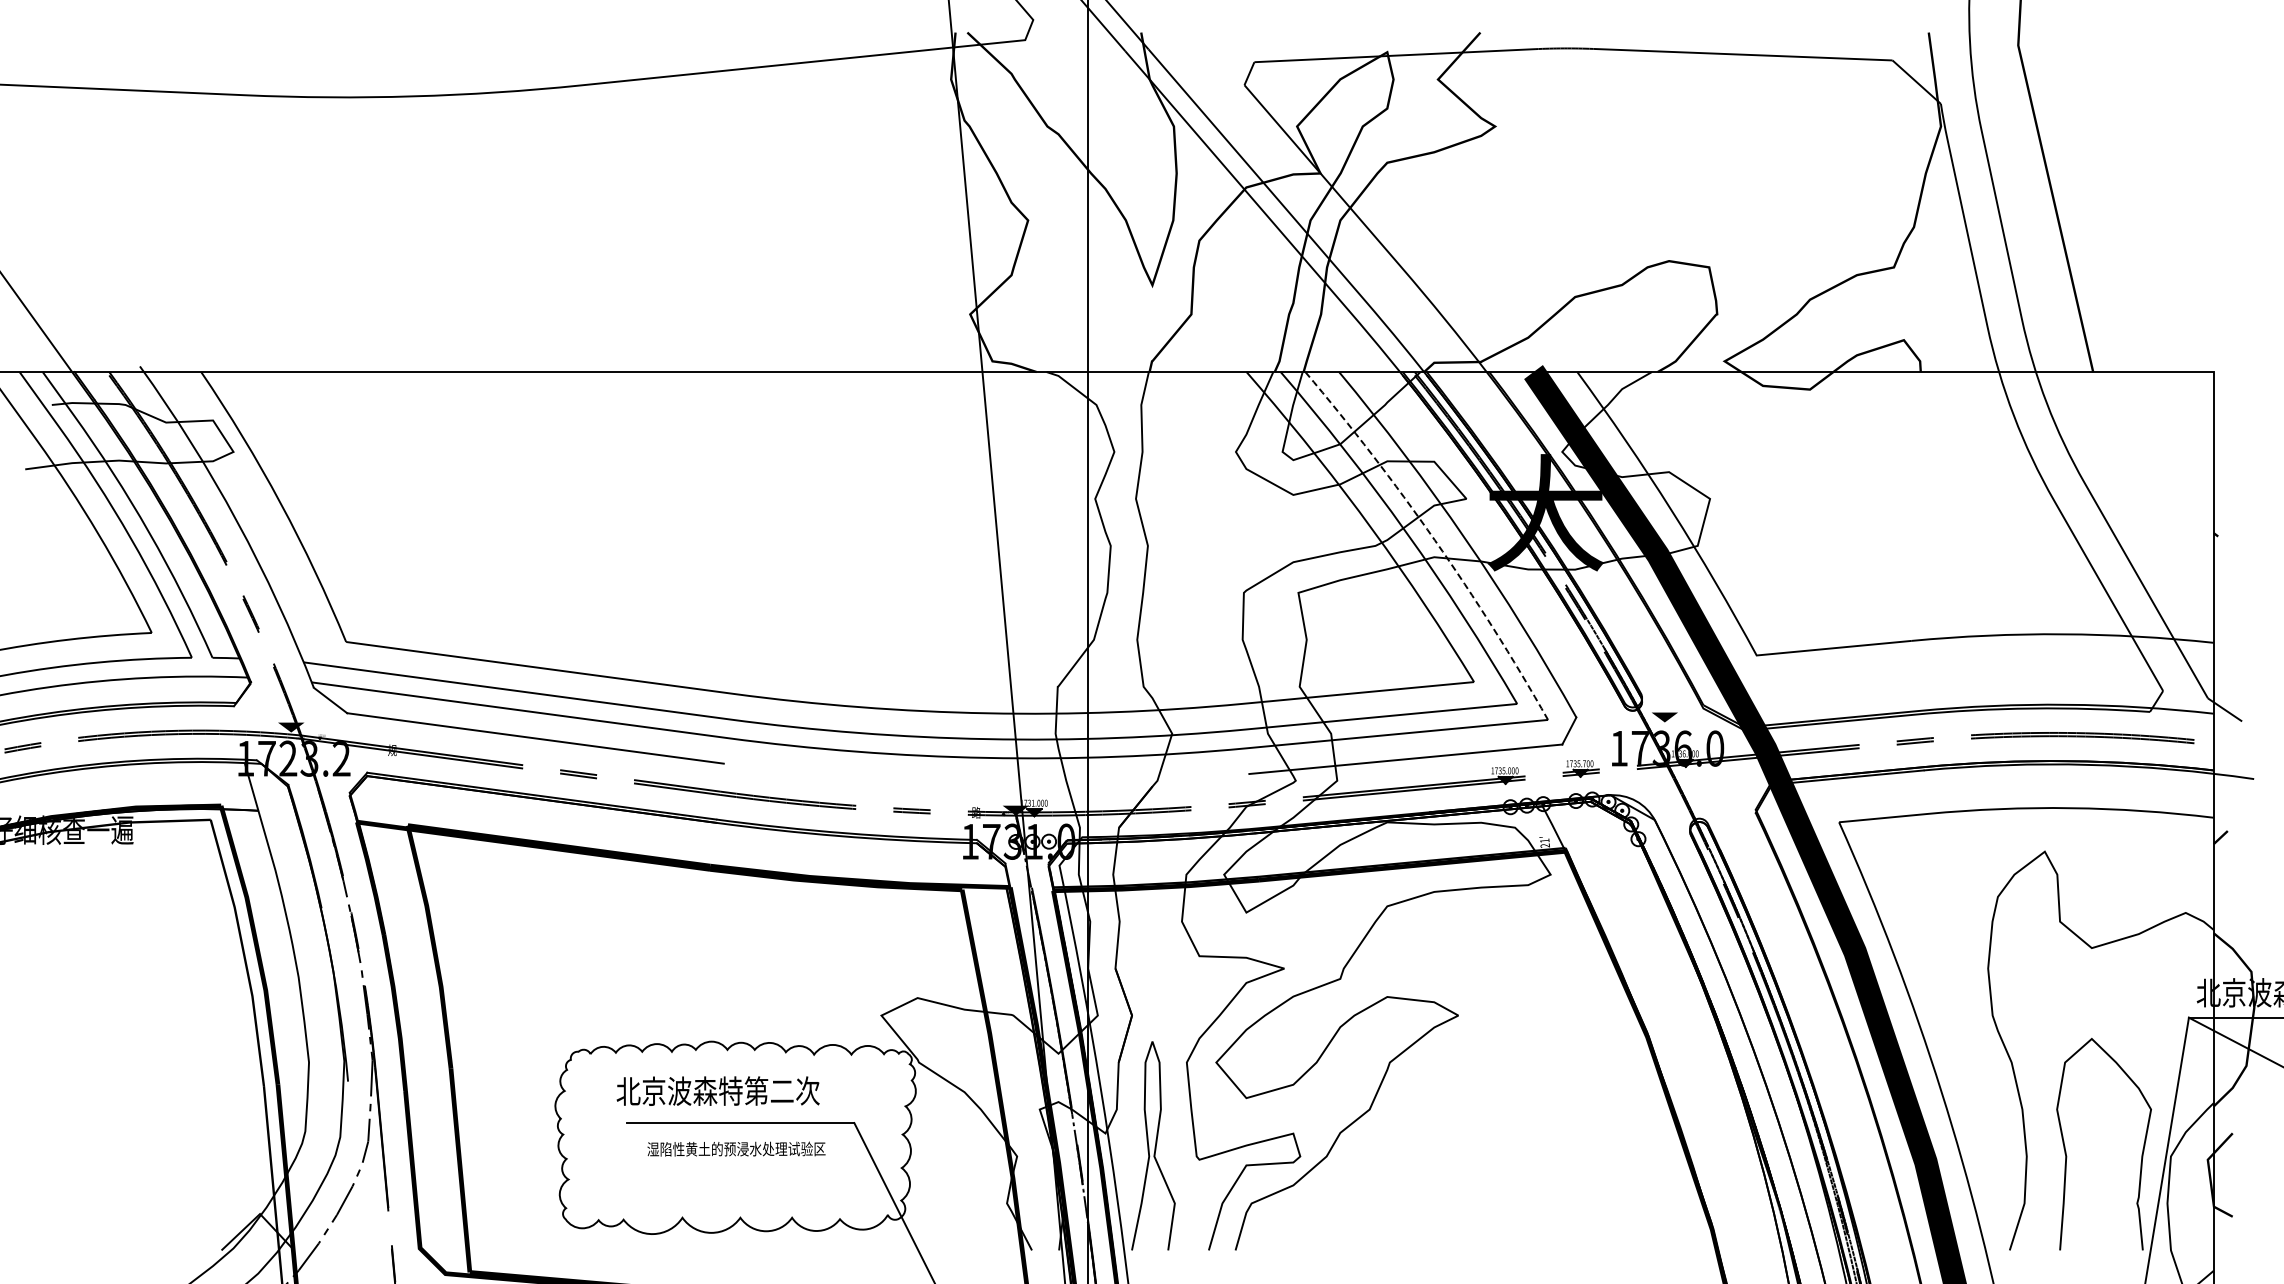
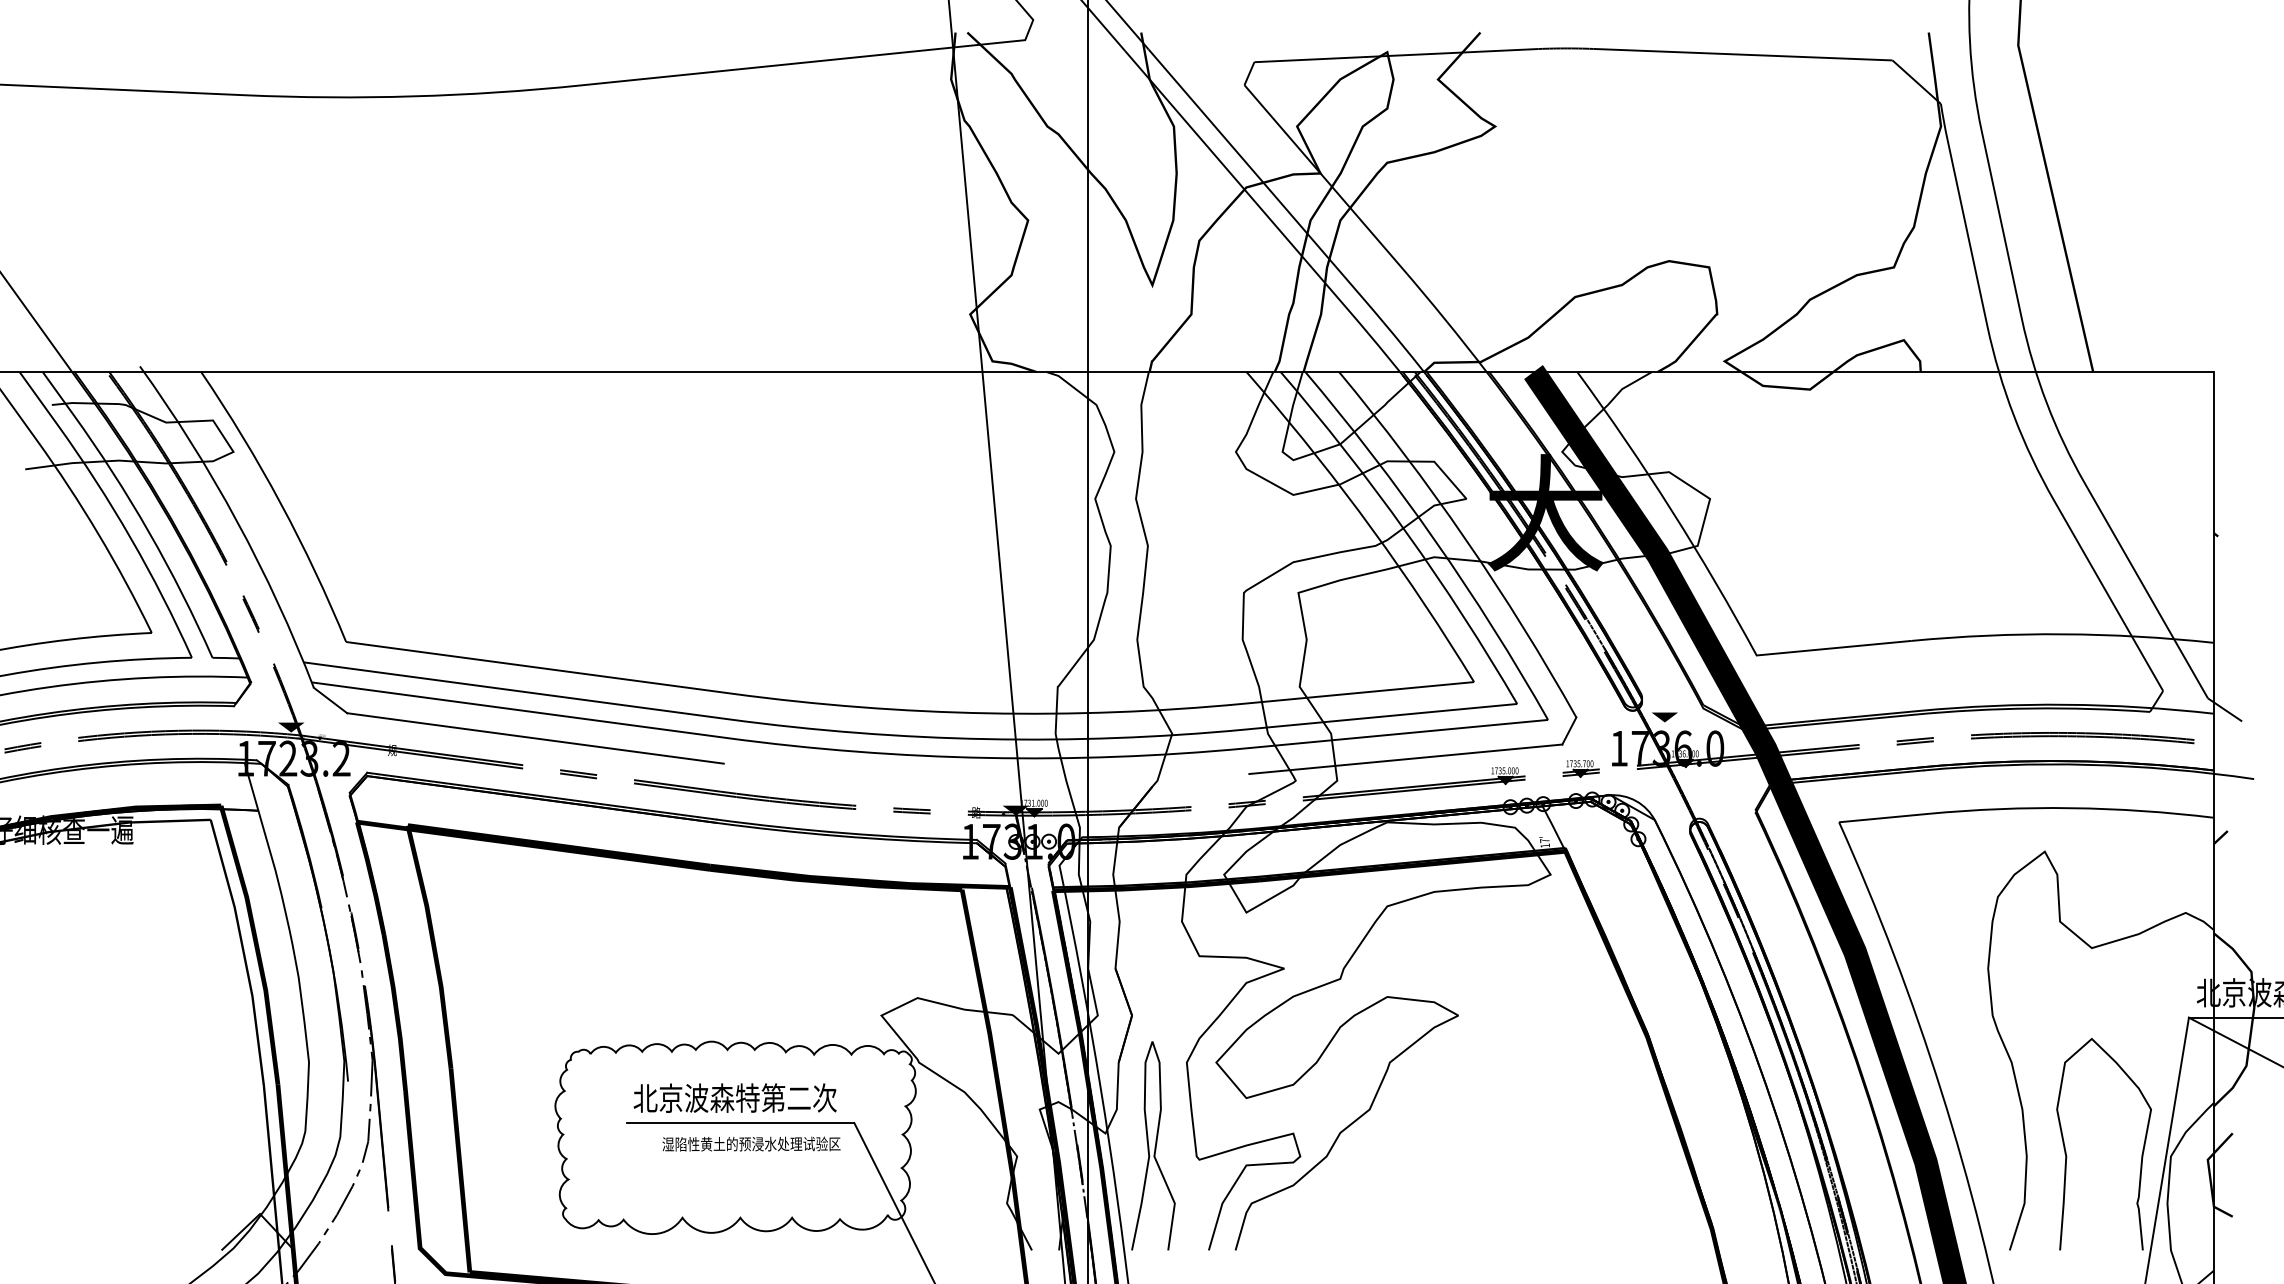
line at (1434, 540): dashed -> solid
text at (1544, 842): 21' -> 17'
text at (717, 1090) position: (717, 1090) -> (734, 1097)
text at (736, 1148) position: (736, 1148) -> (751, 1143)
